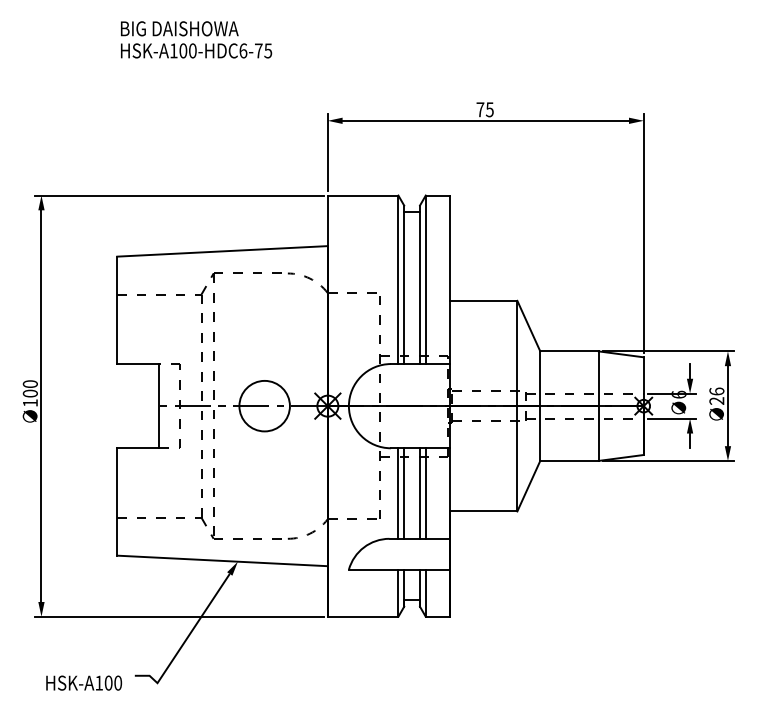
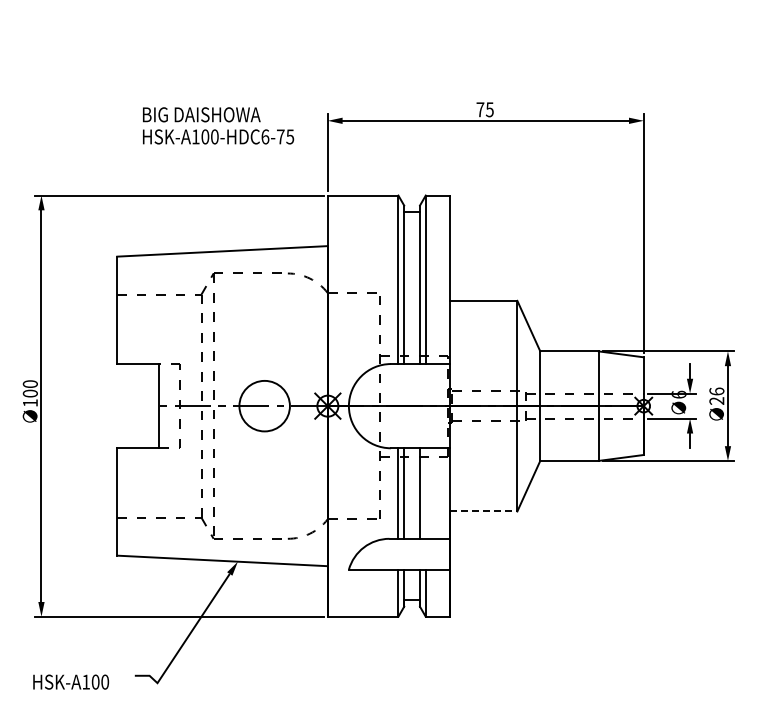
text at (196, 39) position: (196, 39) -> (218, 125)
line at (425, 493): present -> none
line at (483, 511): solid -> dashed
text at (84, 682) position: (84, 682) -> (71, 681)
